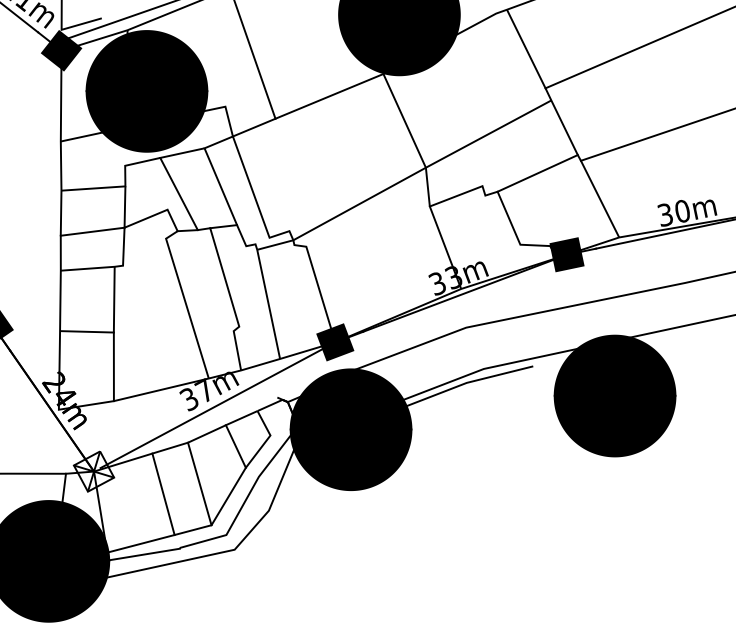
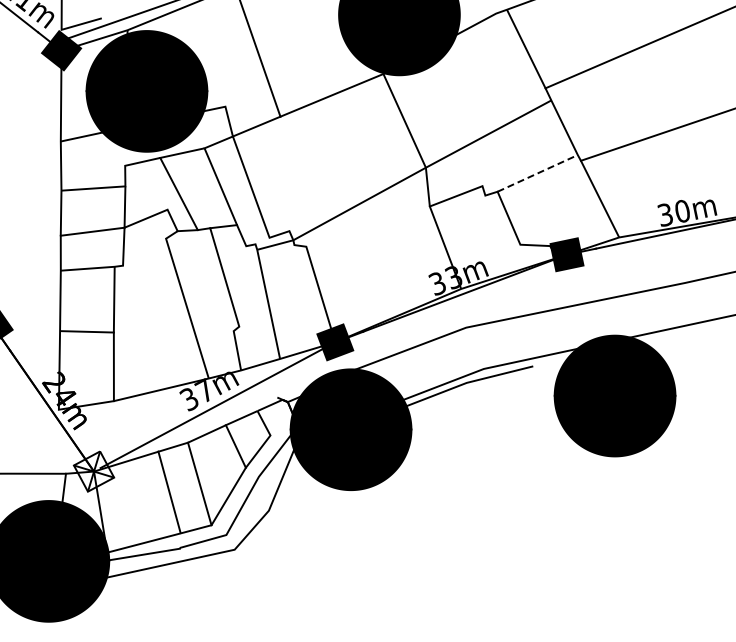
line at (254, 60) position: (254, 60) -> (260, 59)
line at (538, 173): solid -> dashed
line at (163, 494) position: (163, 494) -> (169, 492)
